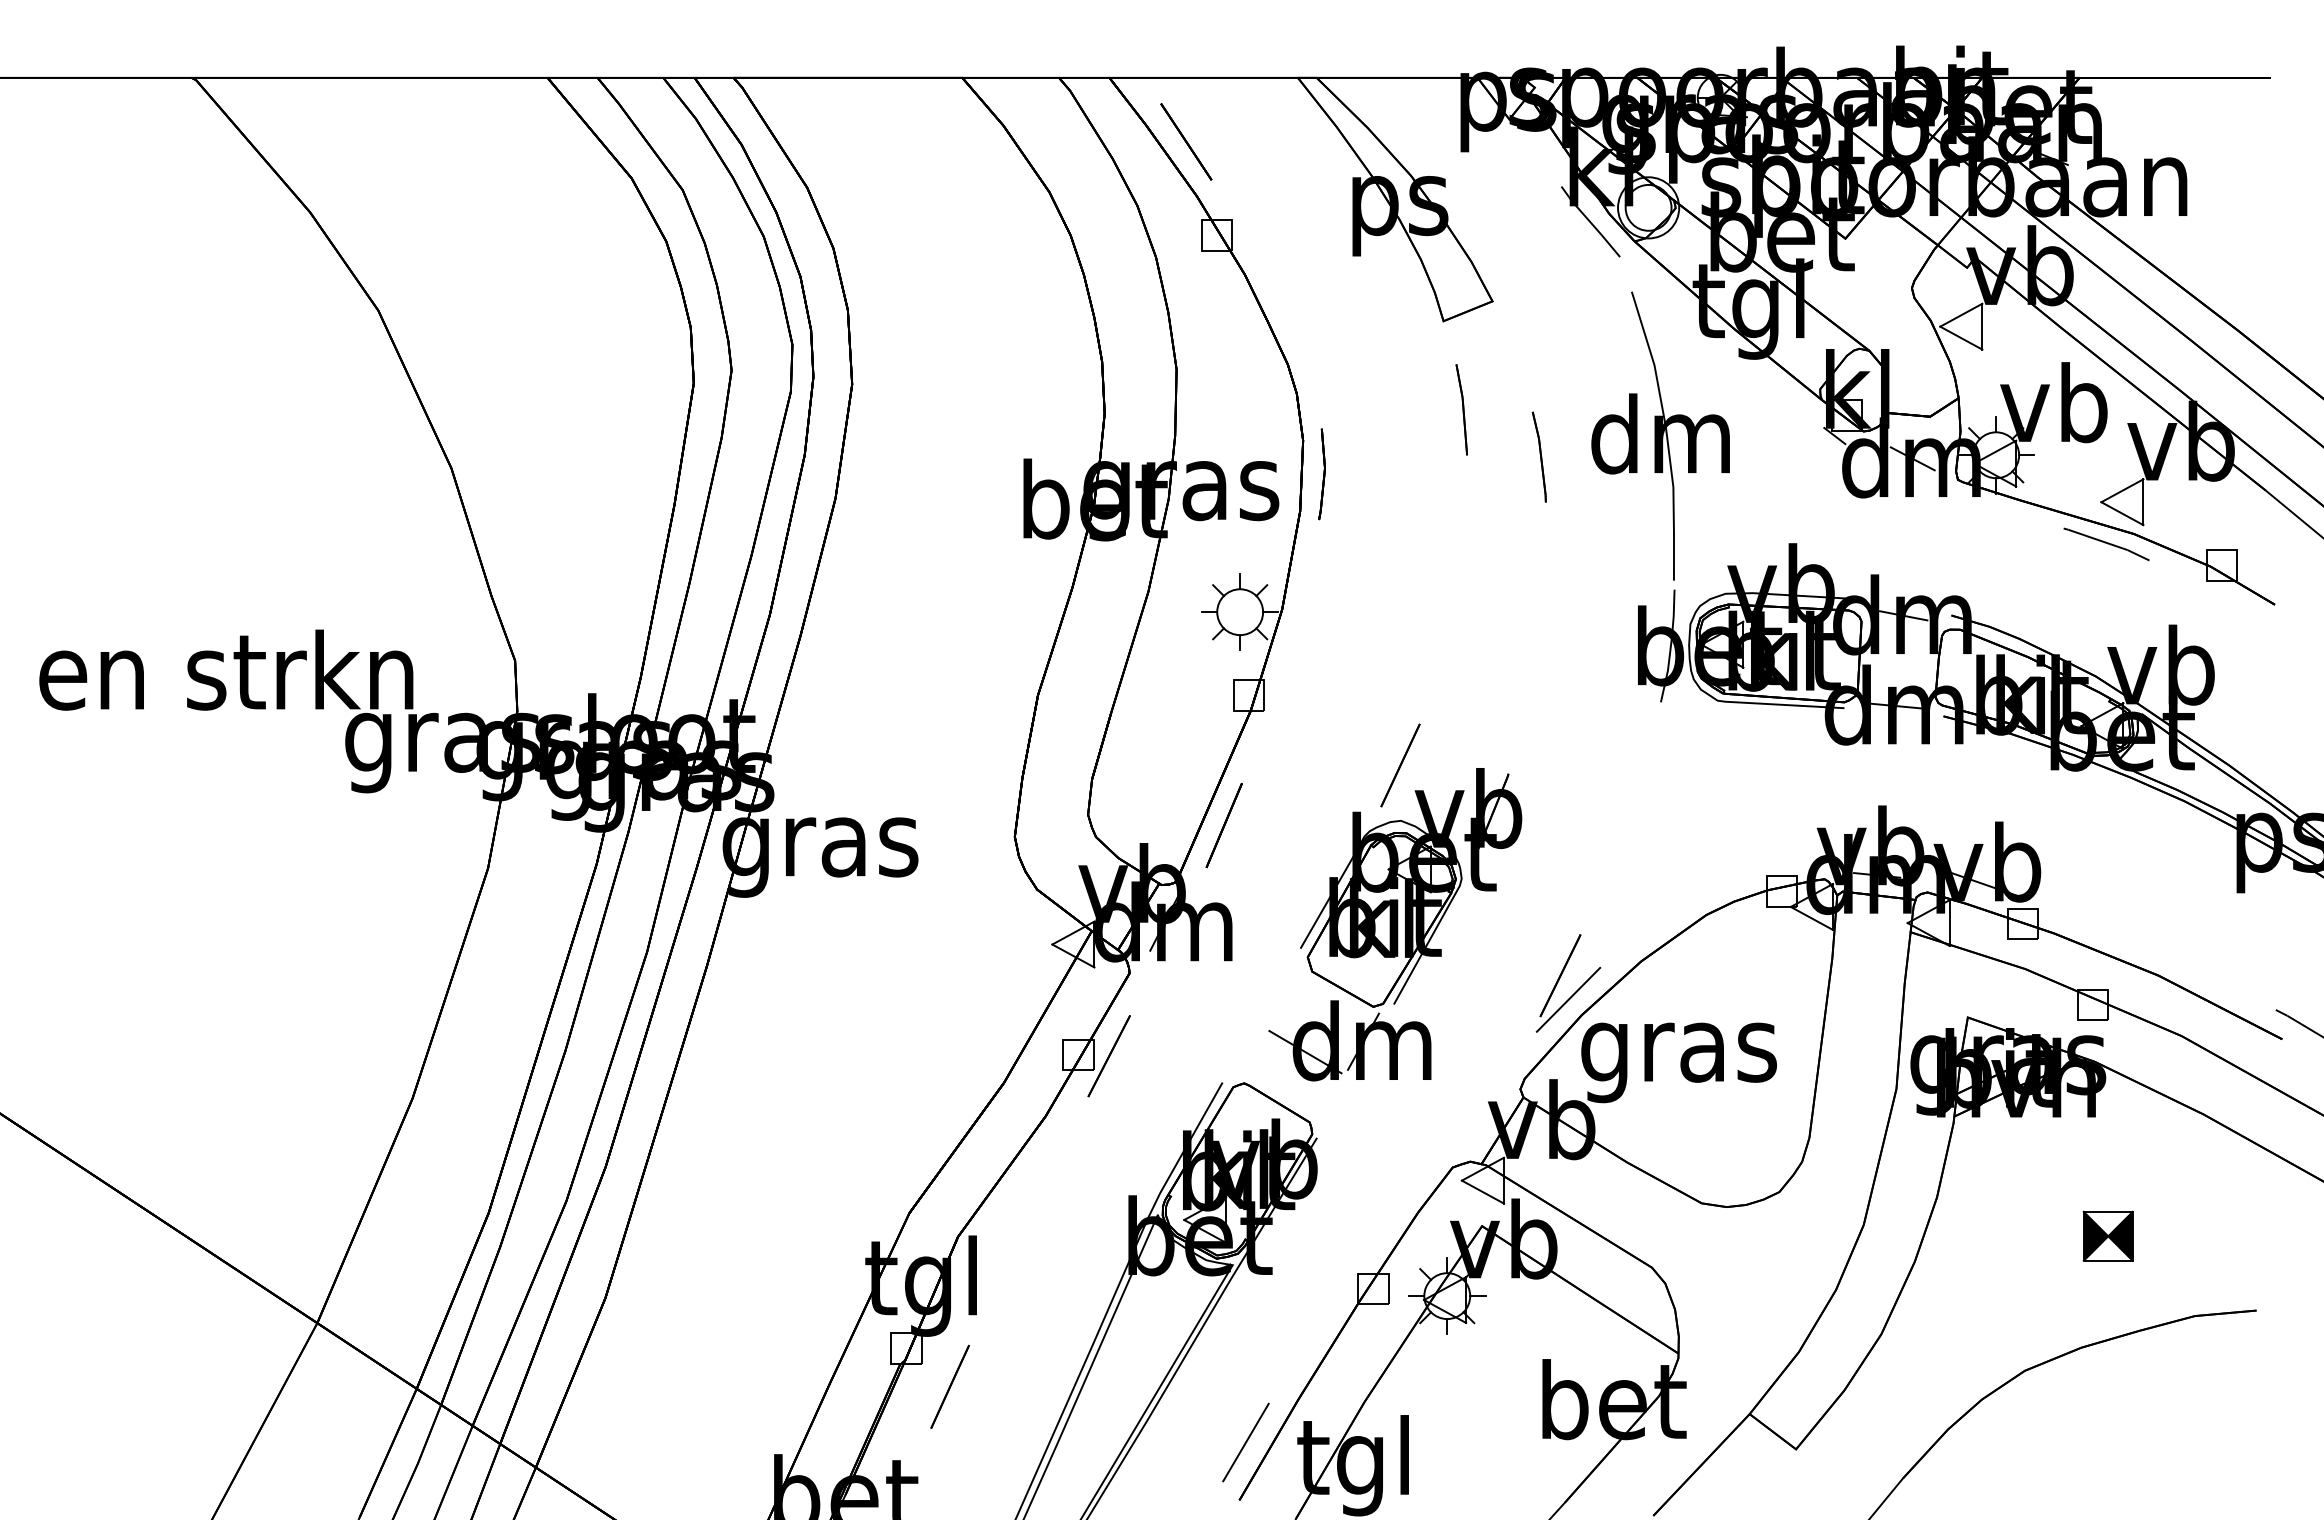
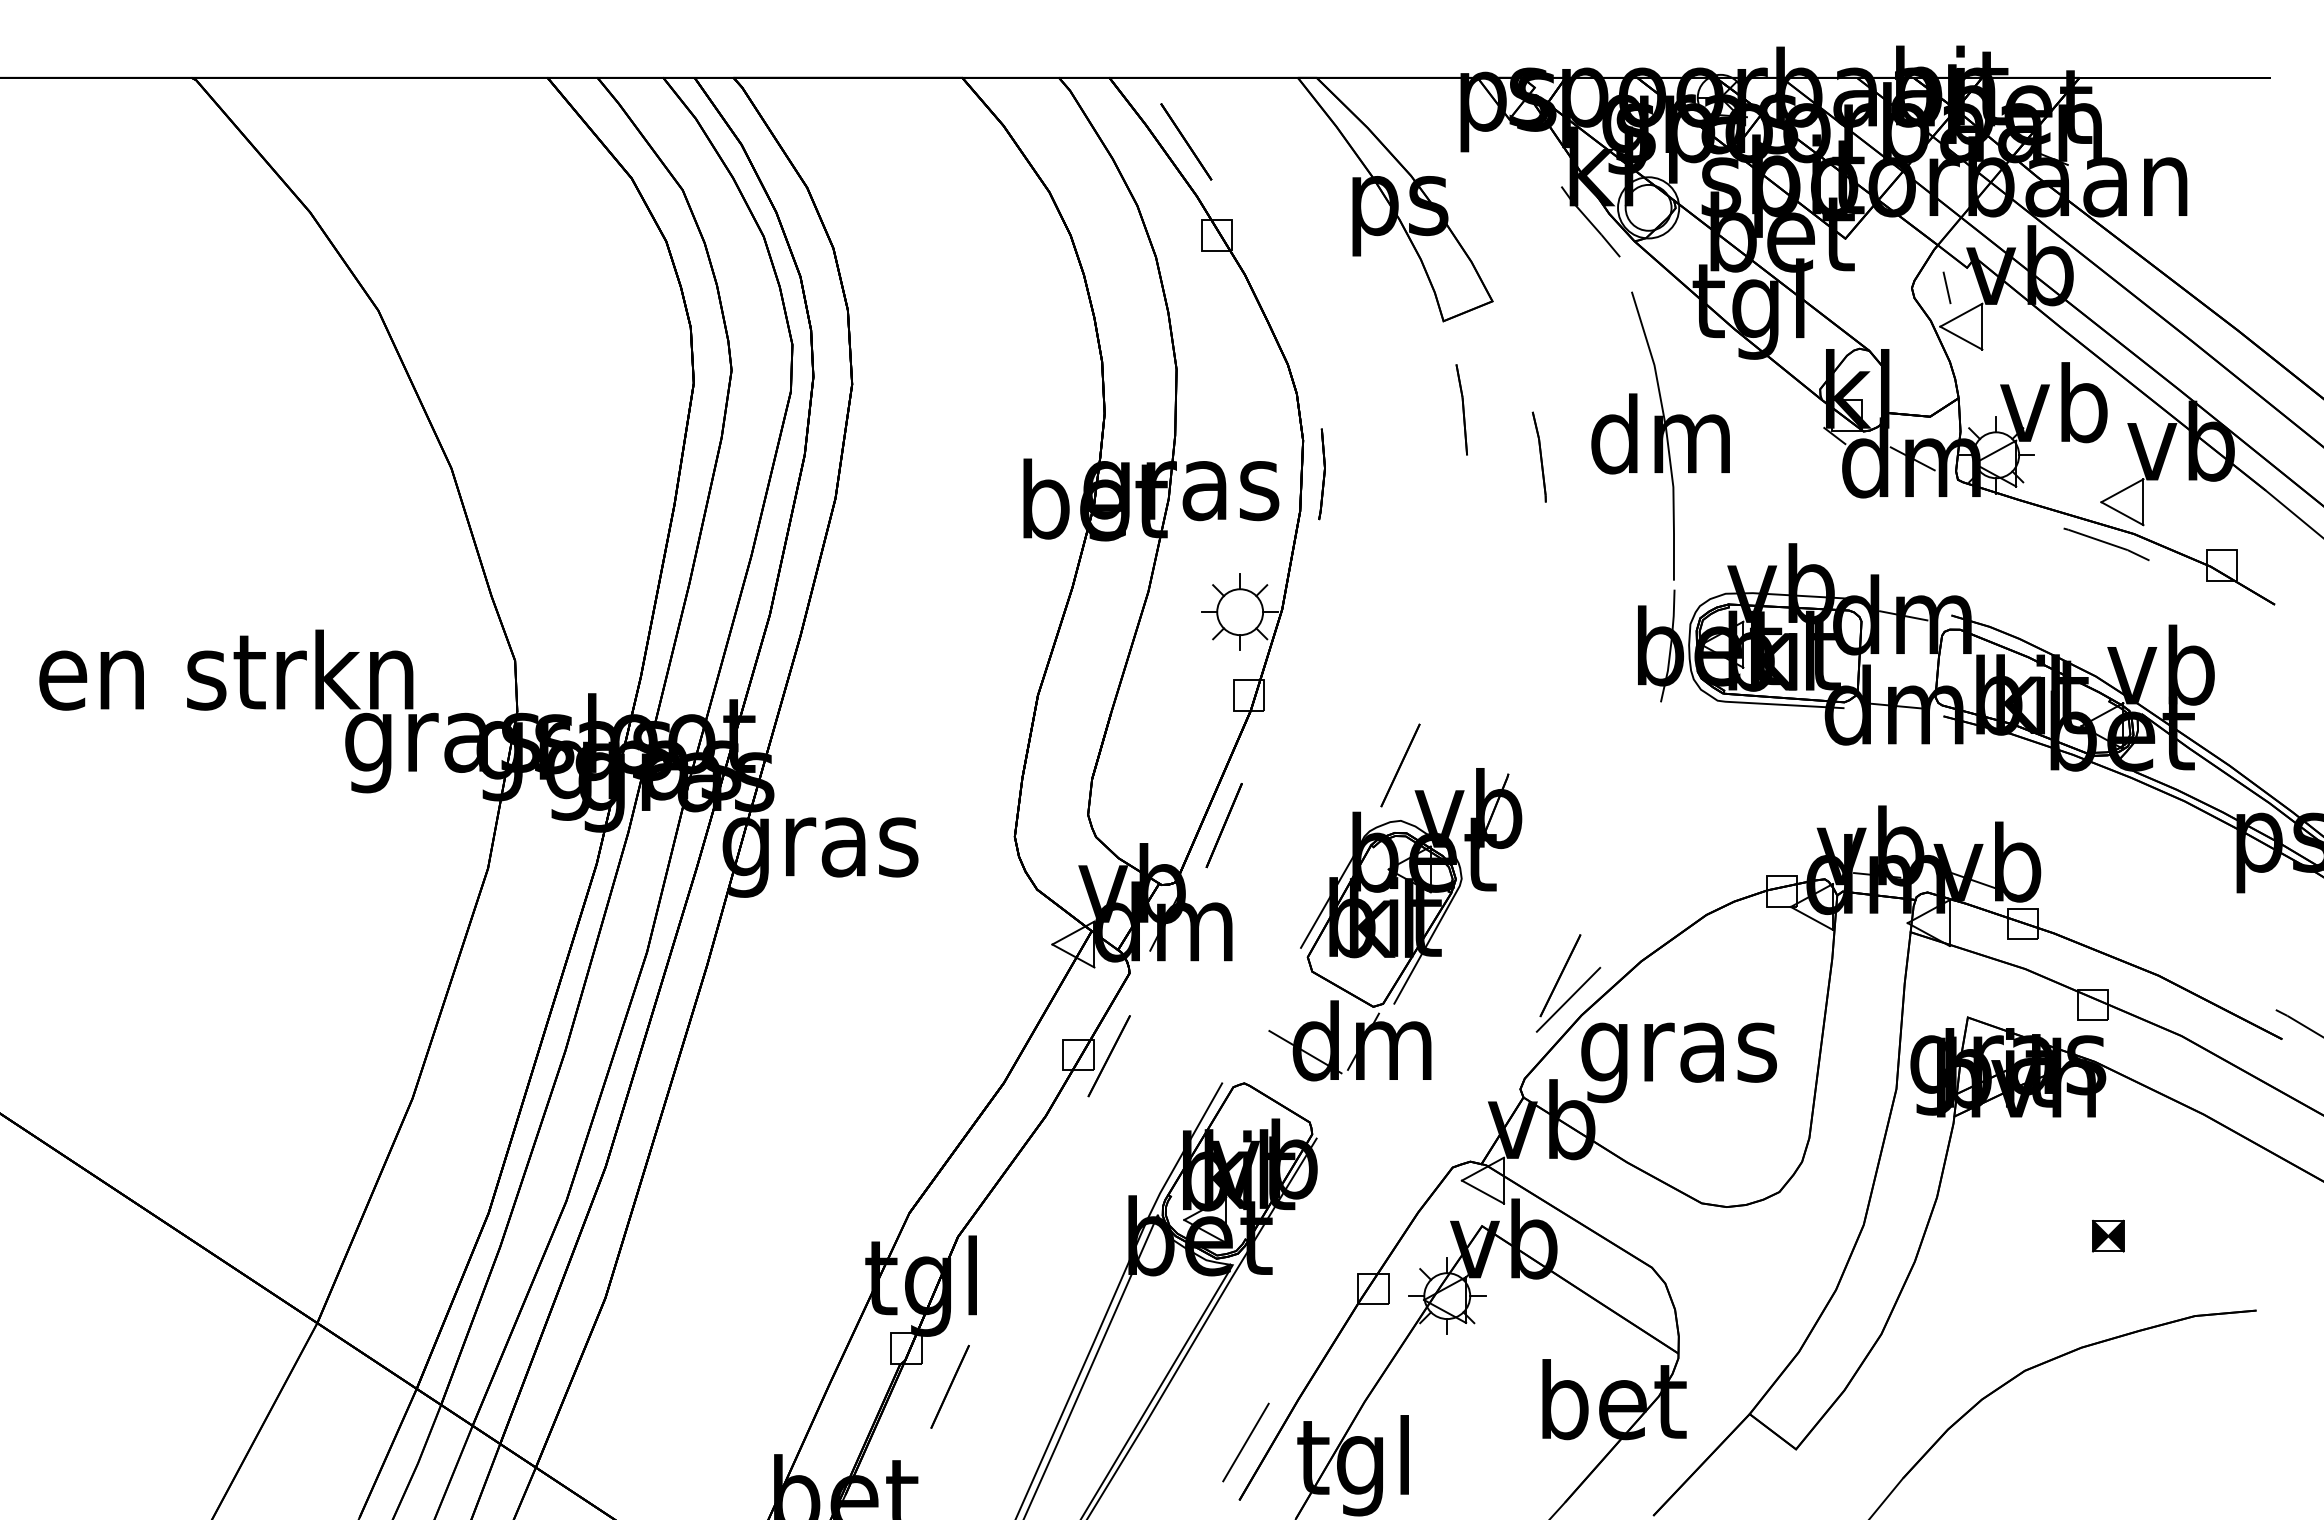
line at (1946, 287): none -> present
part at (2107, 1235) size: 52x52 px -> 33x34 px
